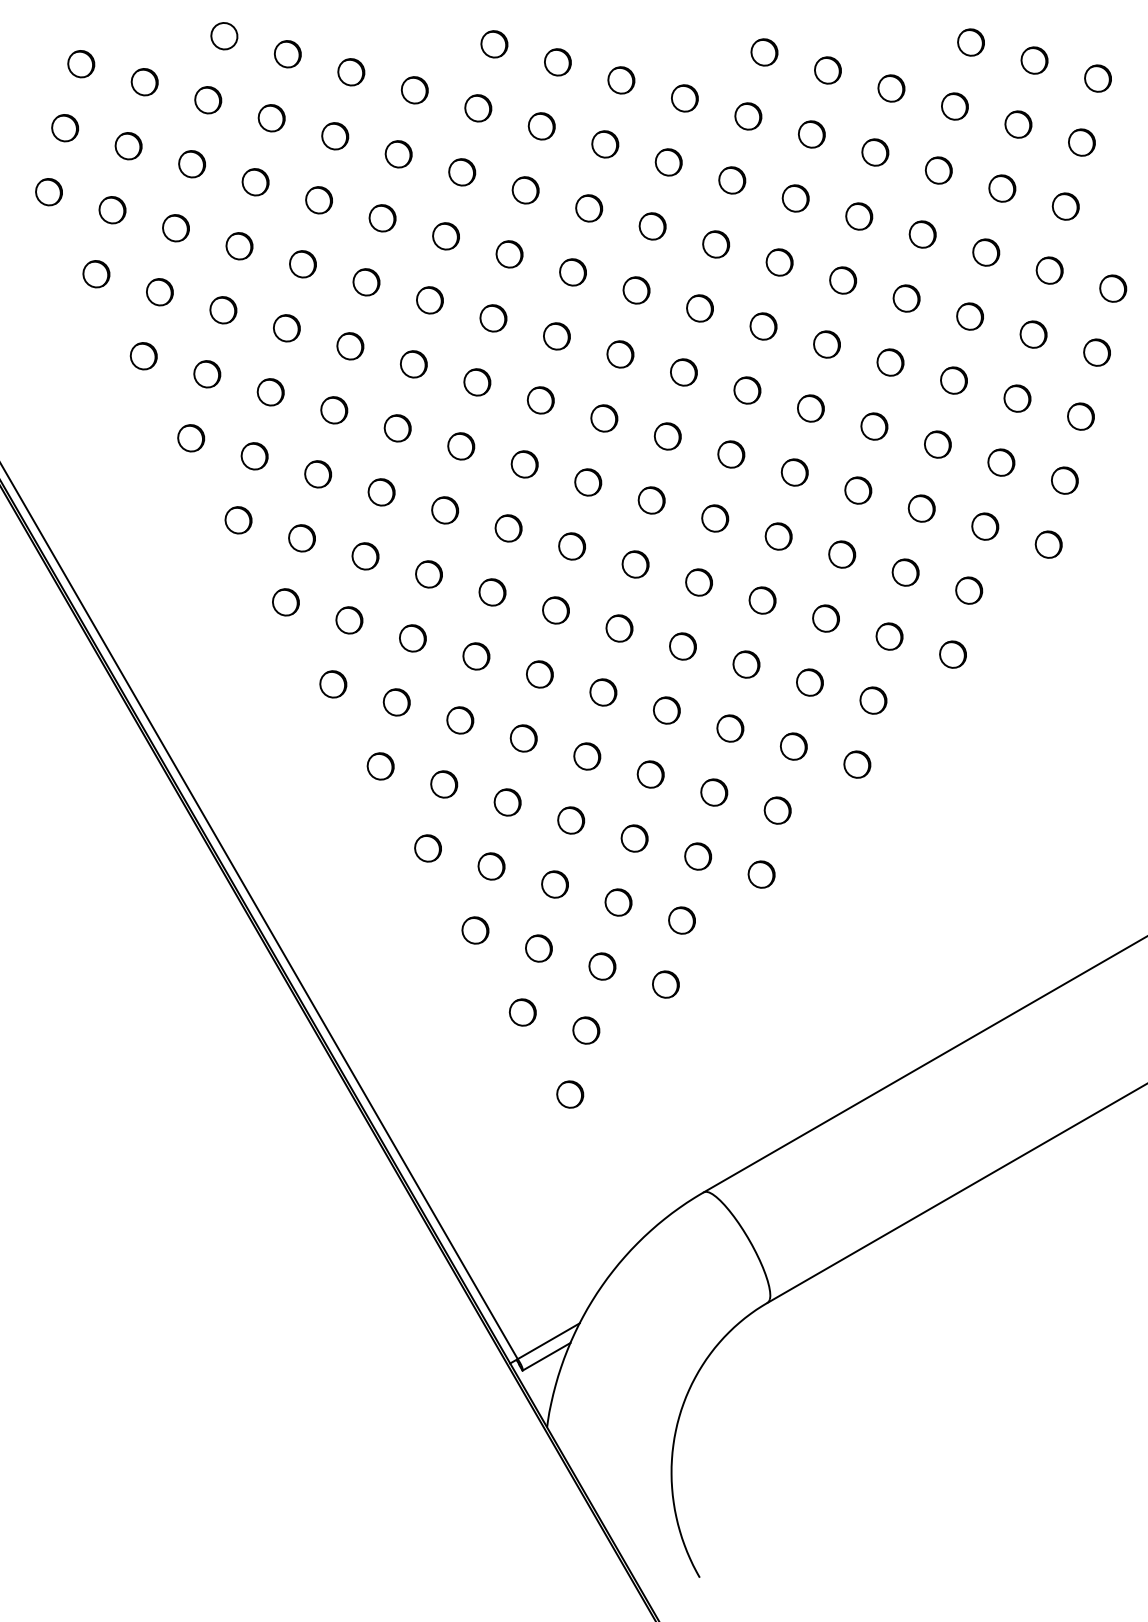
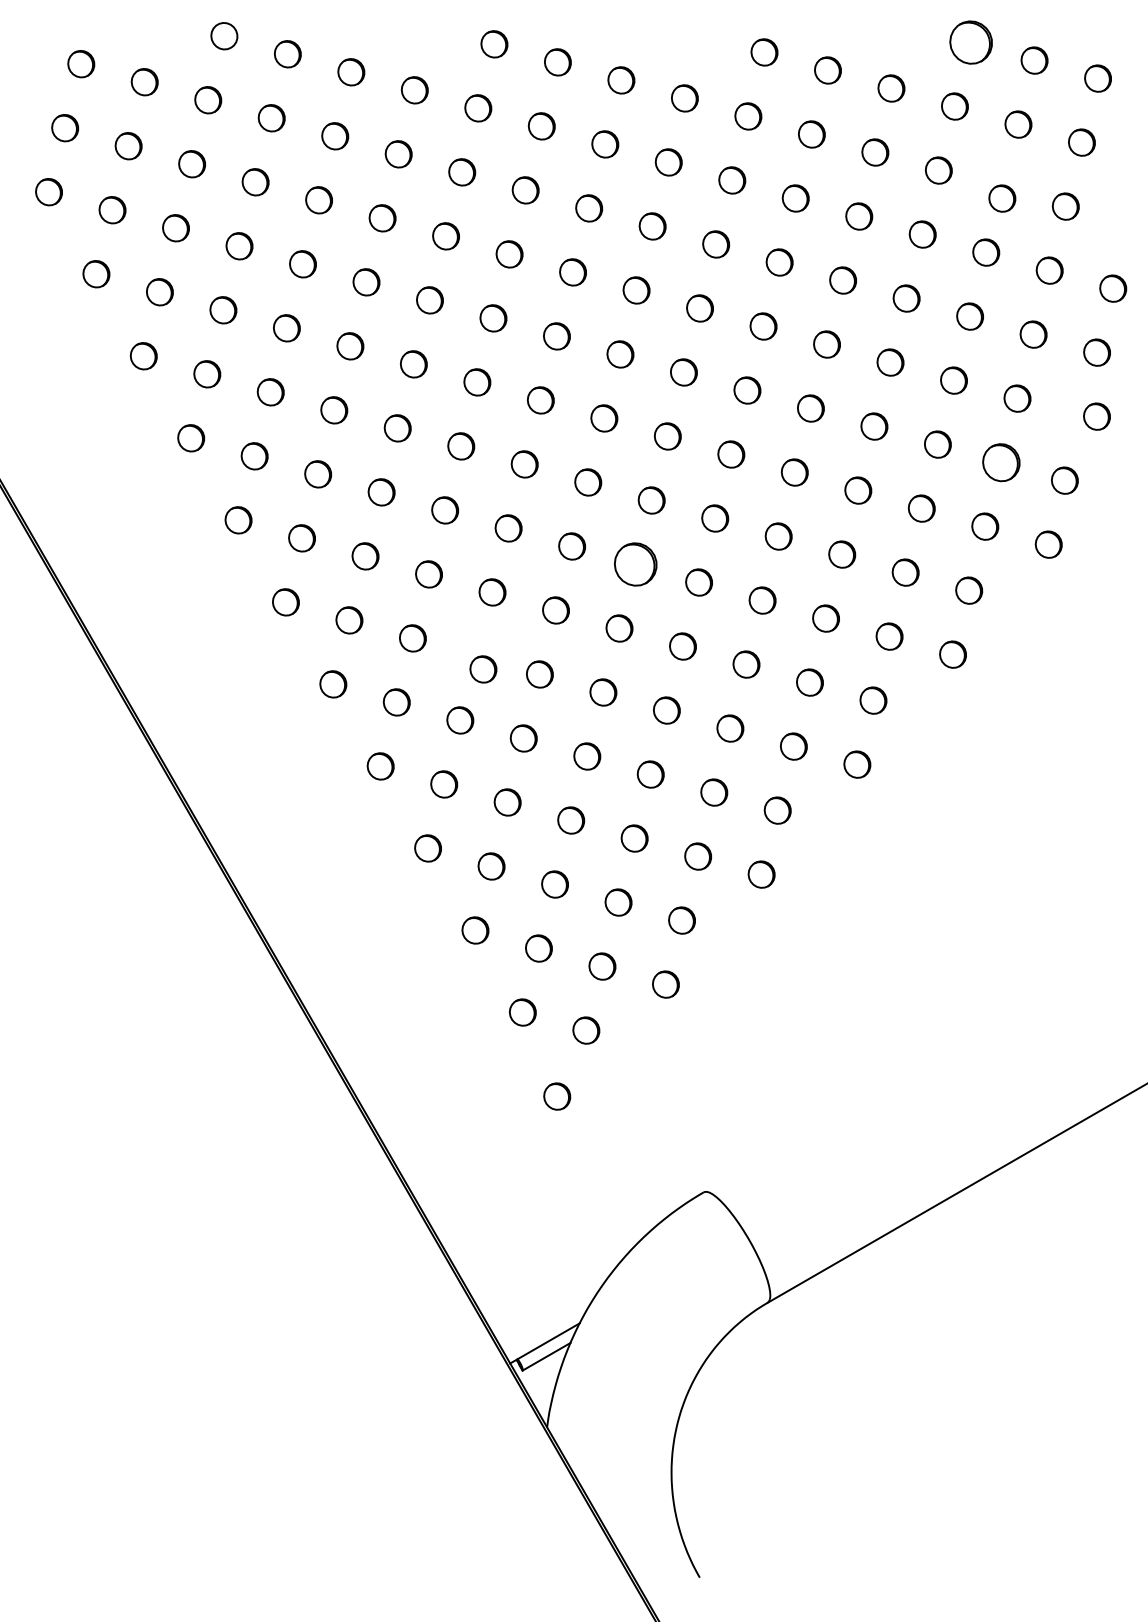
part at (970, 42) size: 28x29 px -> 44x45 px
part at (1002, 188) position: (1002, 188) -> (1002, 198)
part at (1080, 416) position: (1080, 416) -> (1096, 416)
part at (1001, 462) size: 29x29 px -> 39x40 px
part at (635, 564) size: 29x29 px -> 44x45 px
part at (476, 656) position: (476, 656) -> (483, 669)
line at (259, 912): present -> none
line at (923, 1064): present -> none
part at (570, 1094) position: (570, 1094) -> (557, 1096)
